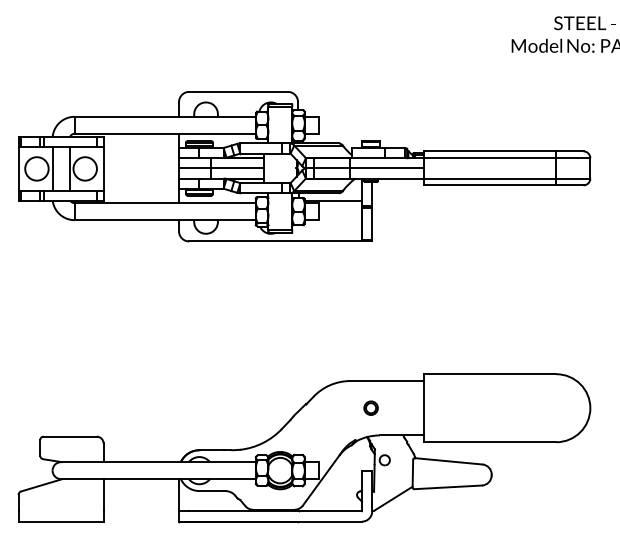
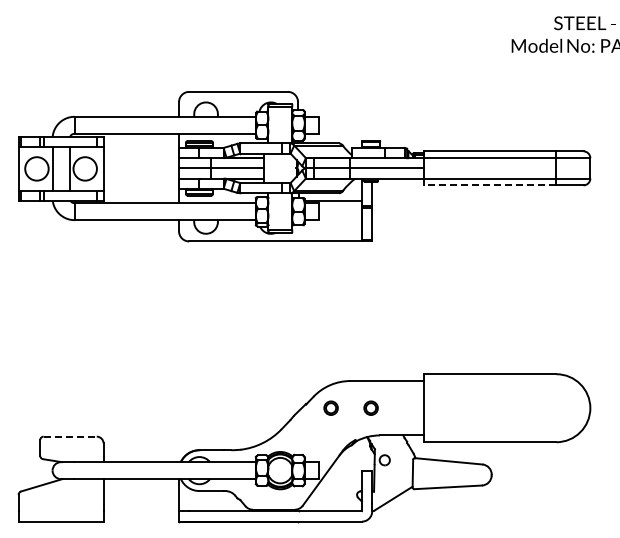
line at (489, 185): solid -> dashed
part at (330, 407): none -> present
line at (70, 436): solid -> dashed
